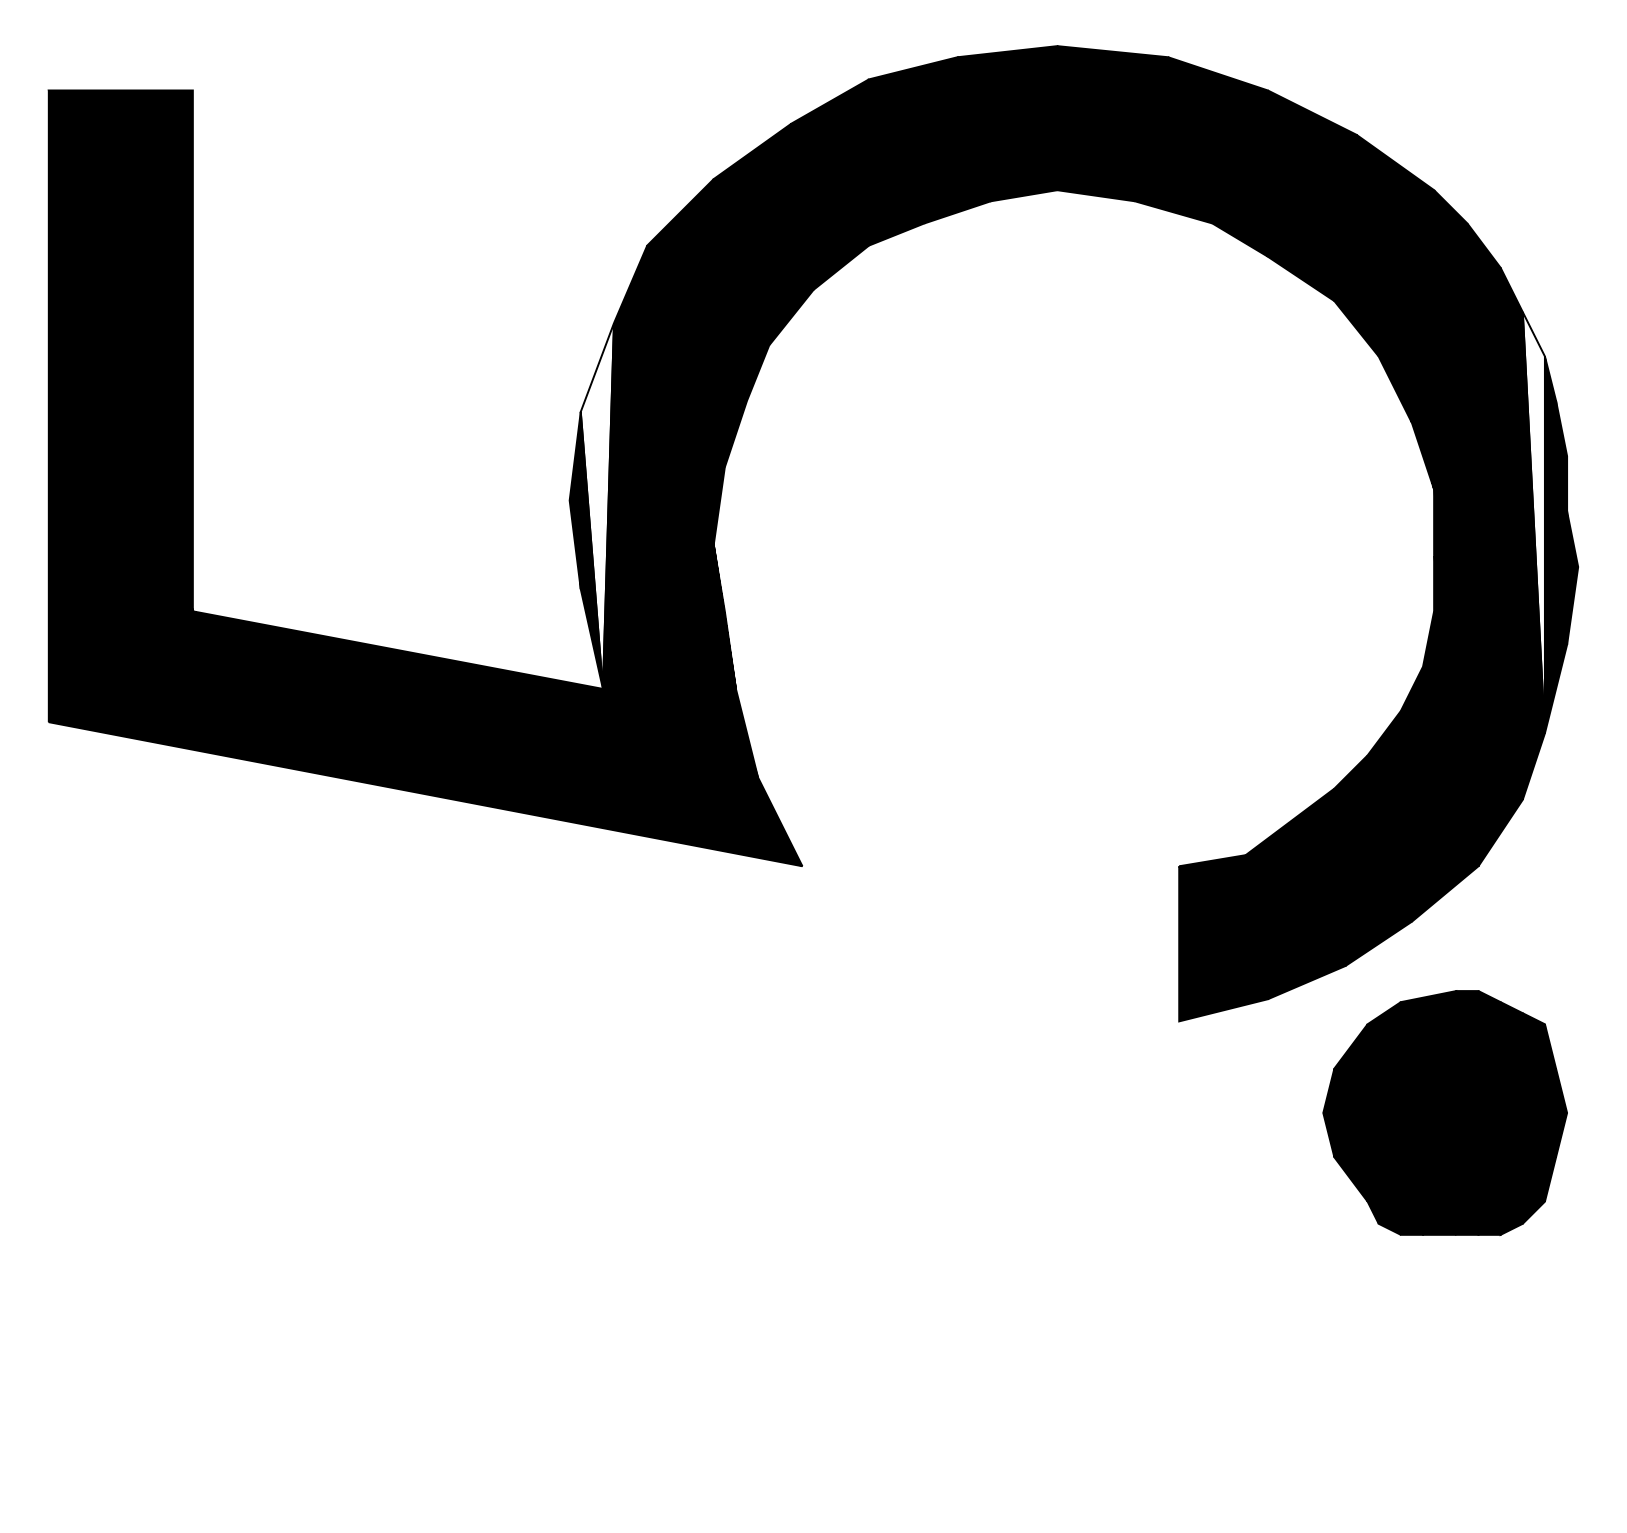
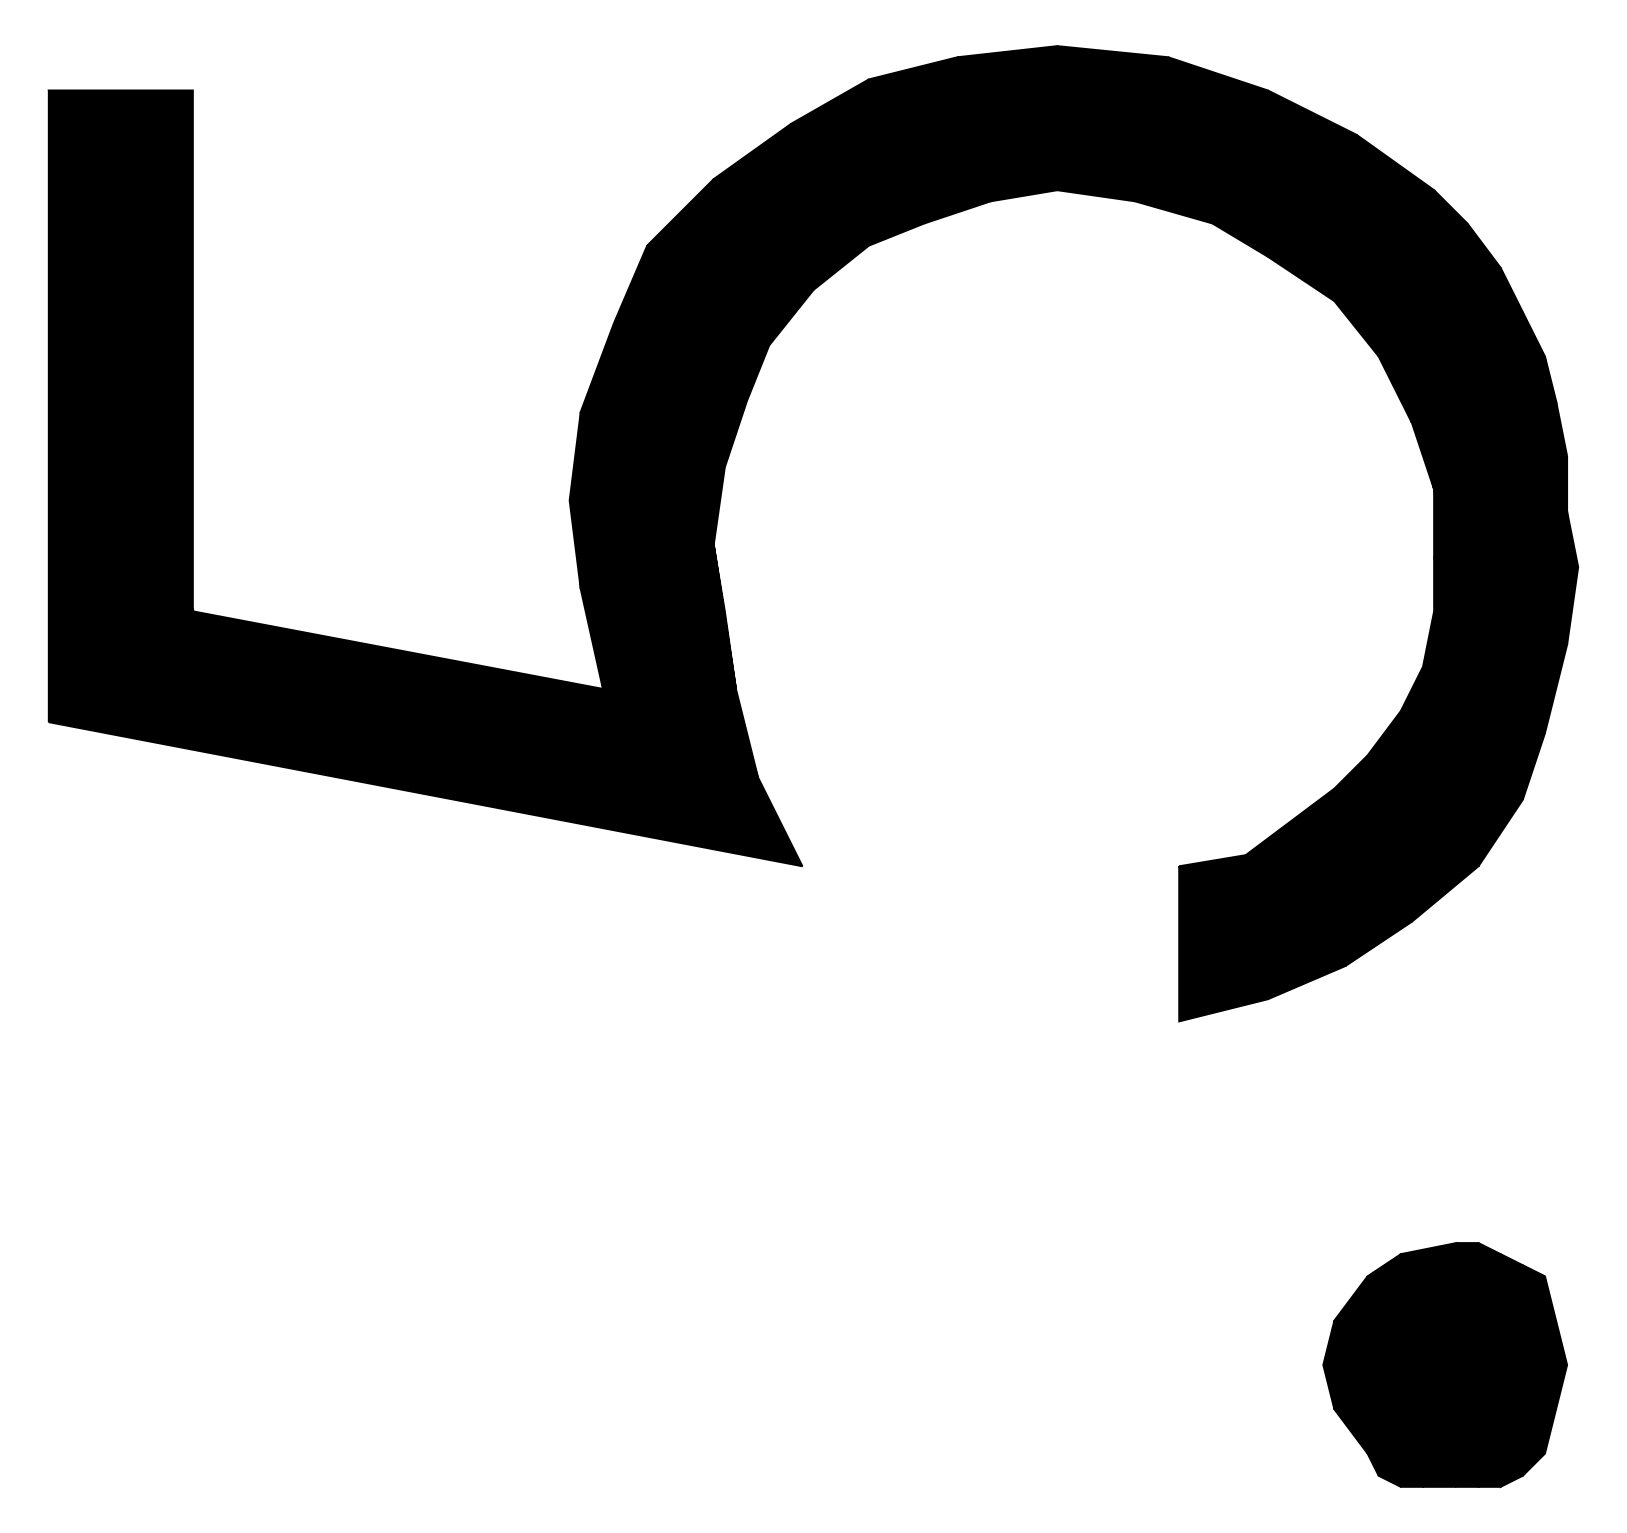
fill at (597, 505): none -> present
fill at (1533, 522): none -> present
part at (1444, 1112) position: (1444, 1112) -> (1444, 1364)
